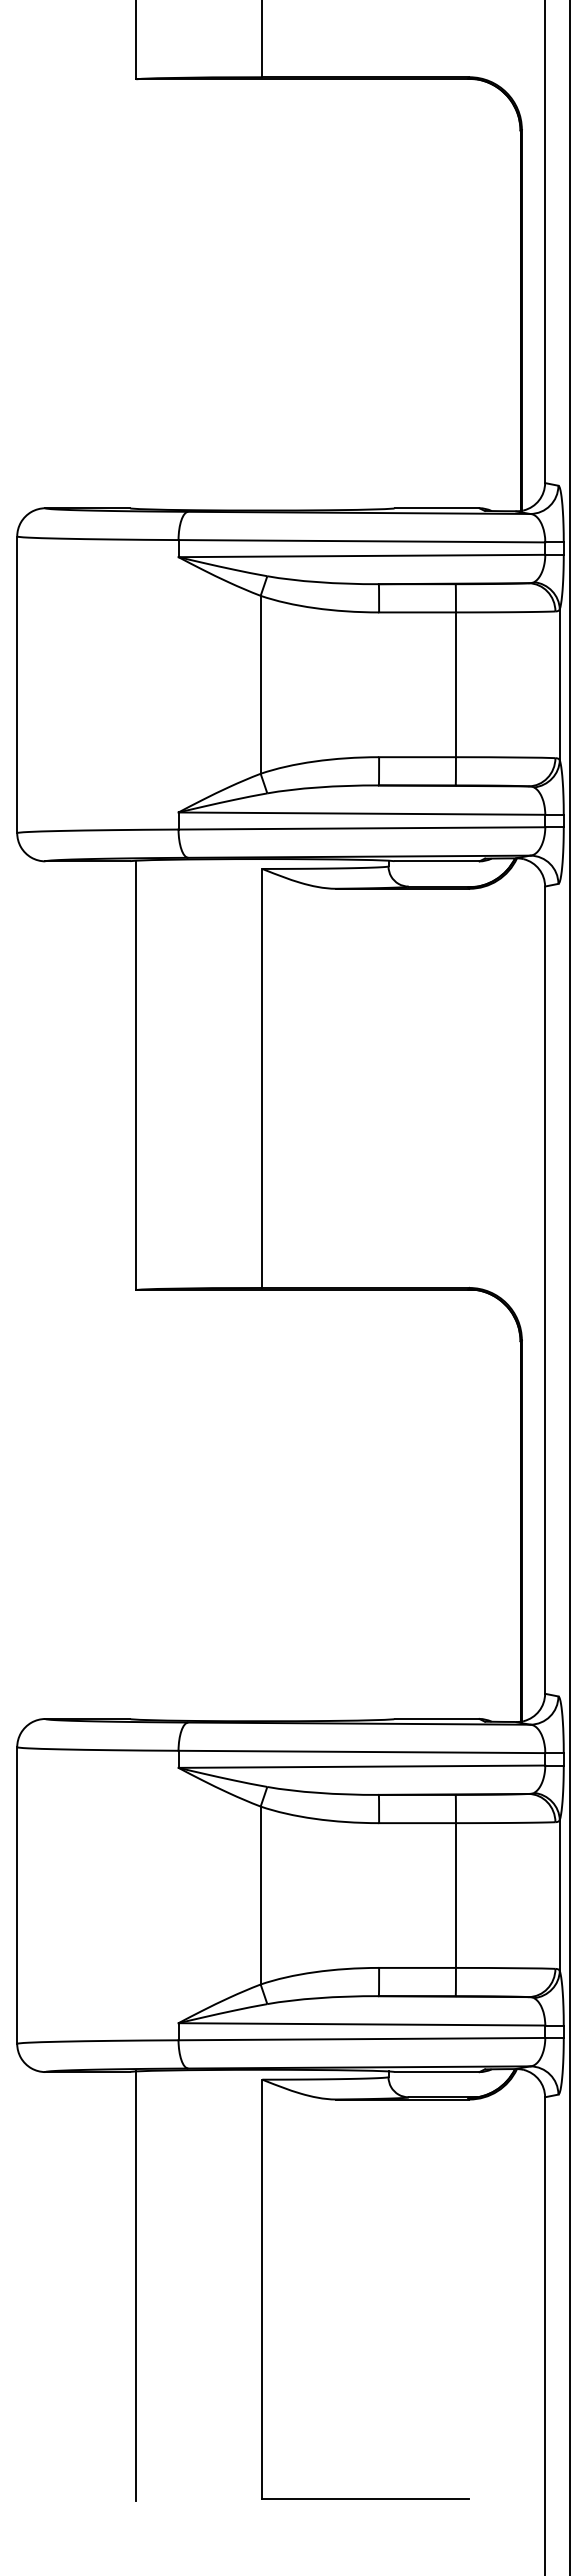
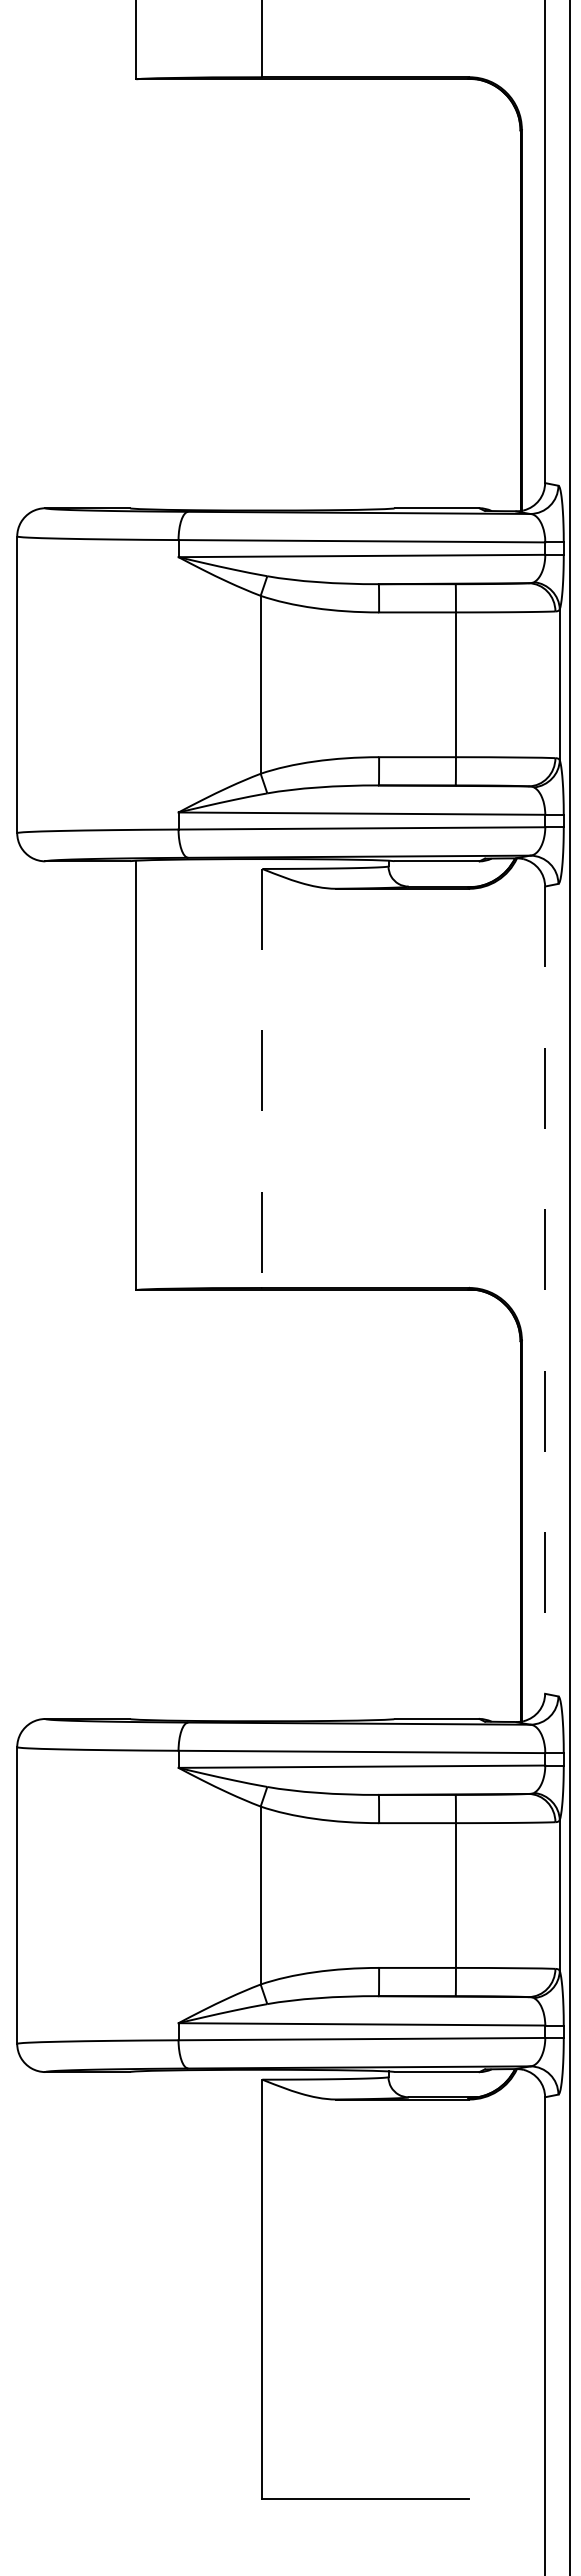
line at (262, 1078): solid -> dashed
line at (545, 1290): solid -> dashed
line at (136, 2285): present -> none
